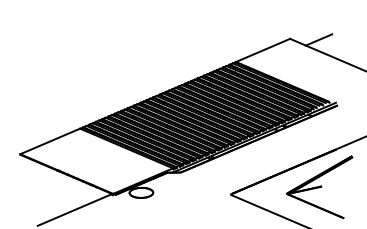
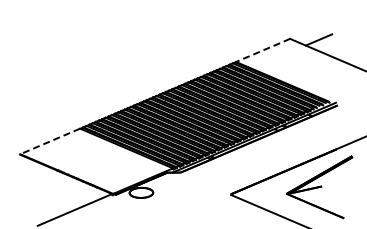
line at (262, 50): solid -> dashed
line at (50, 141): solid -> dashed
